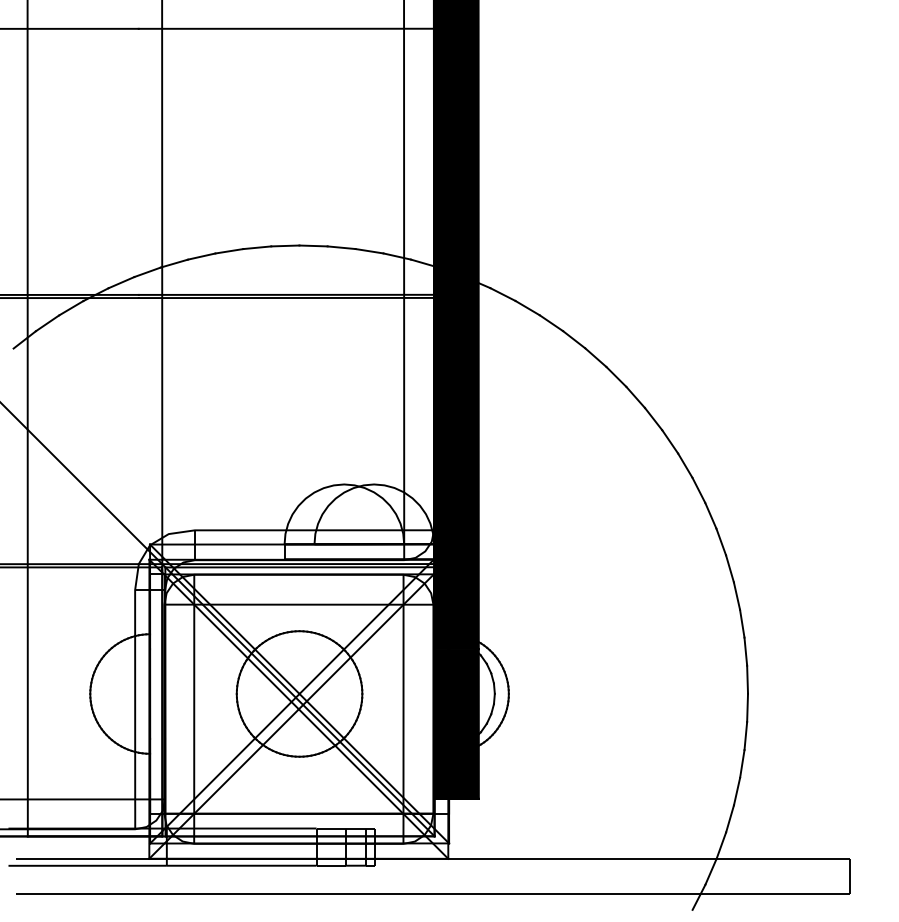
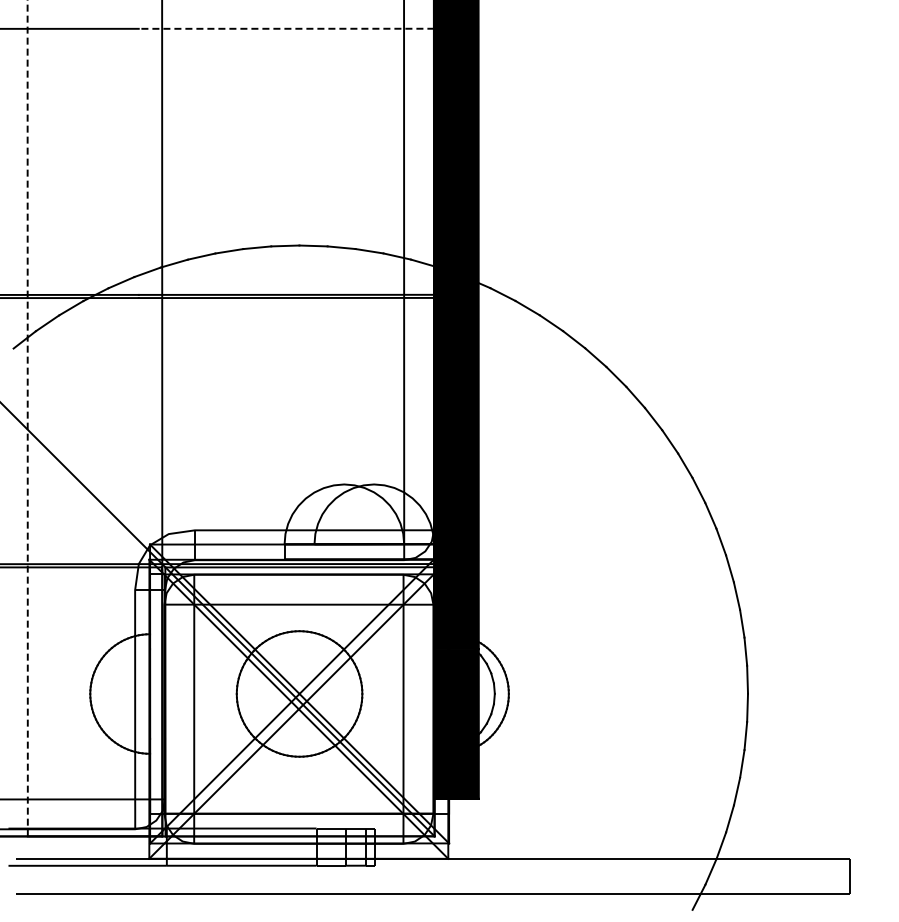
line at (286, 28): solid -> dashed
line at (27, 418): solid -> dashed
